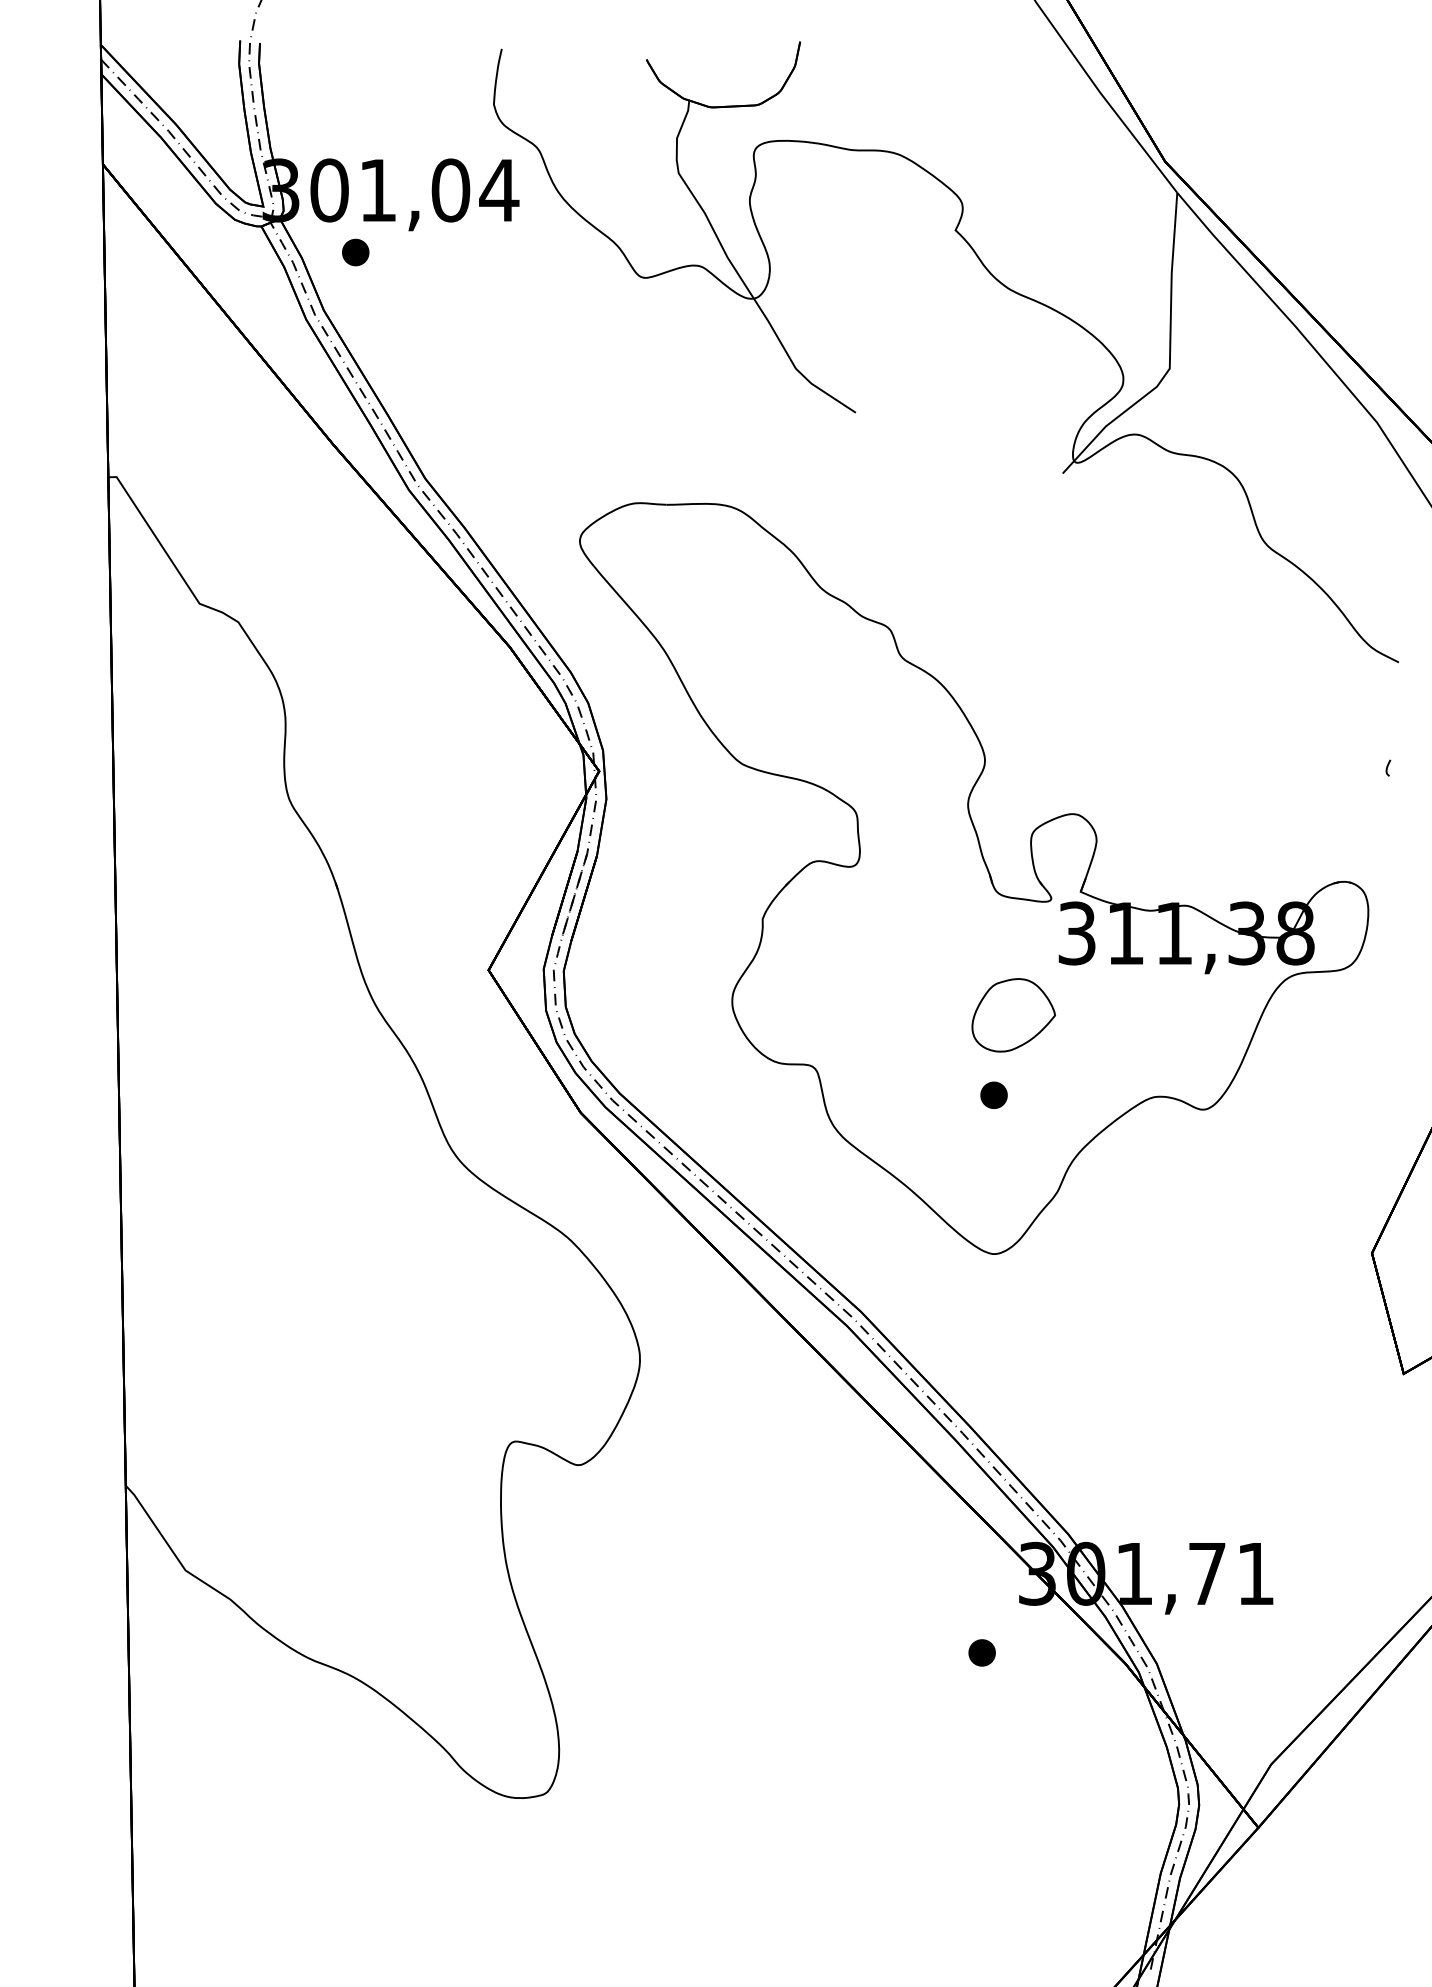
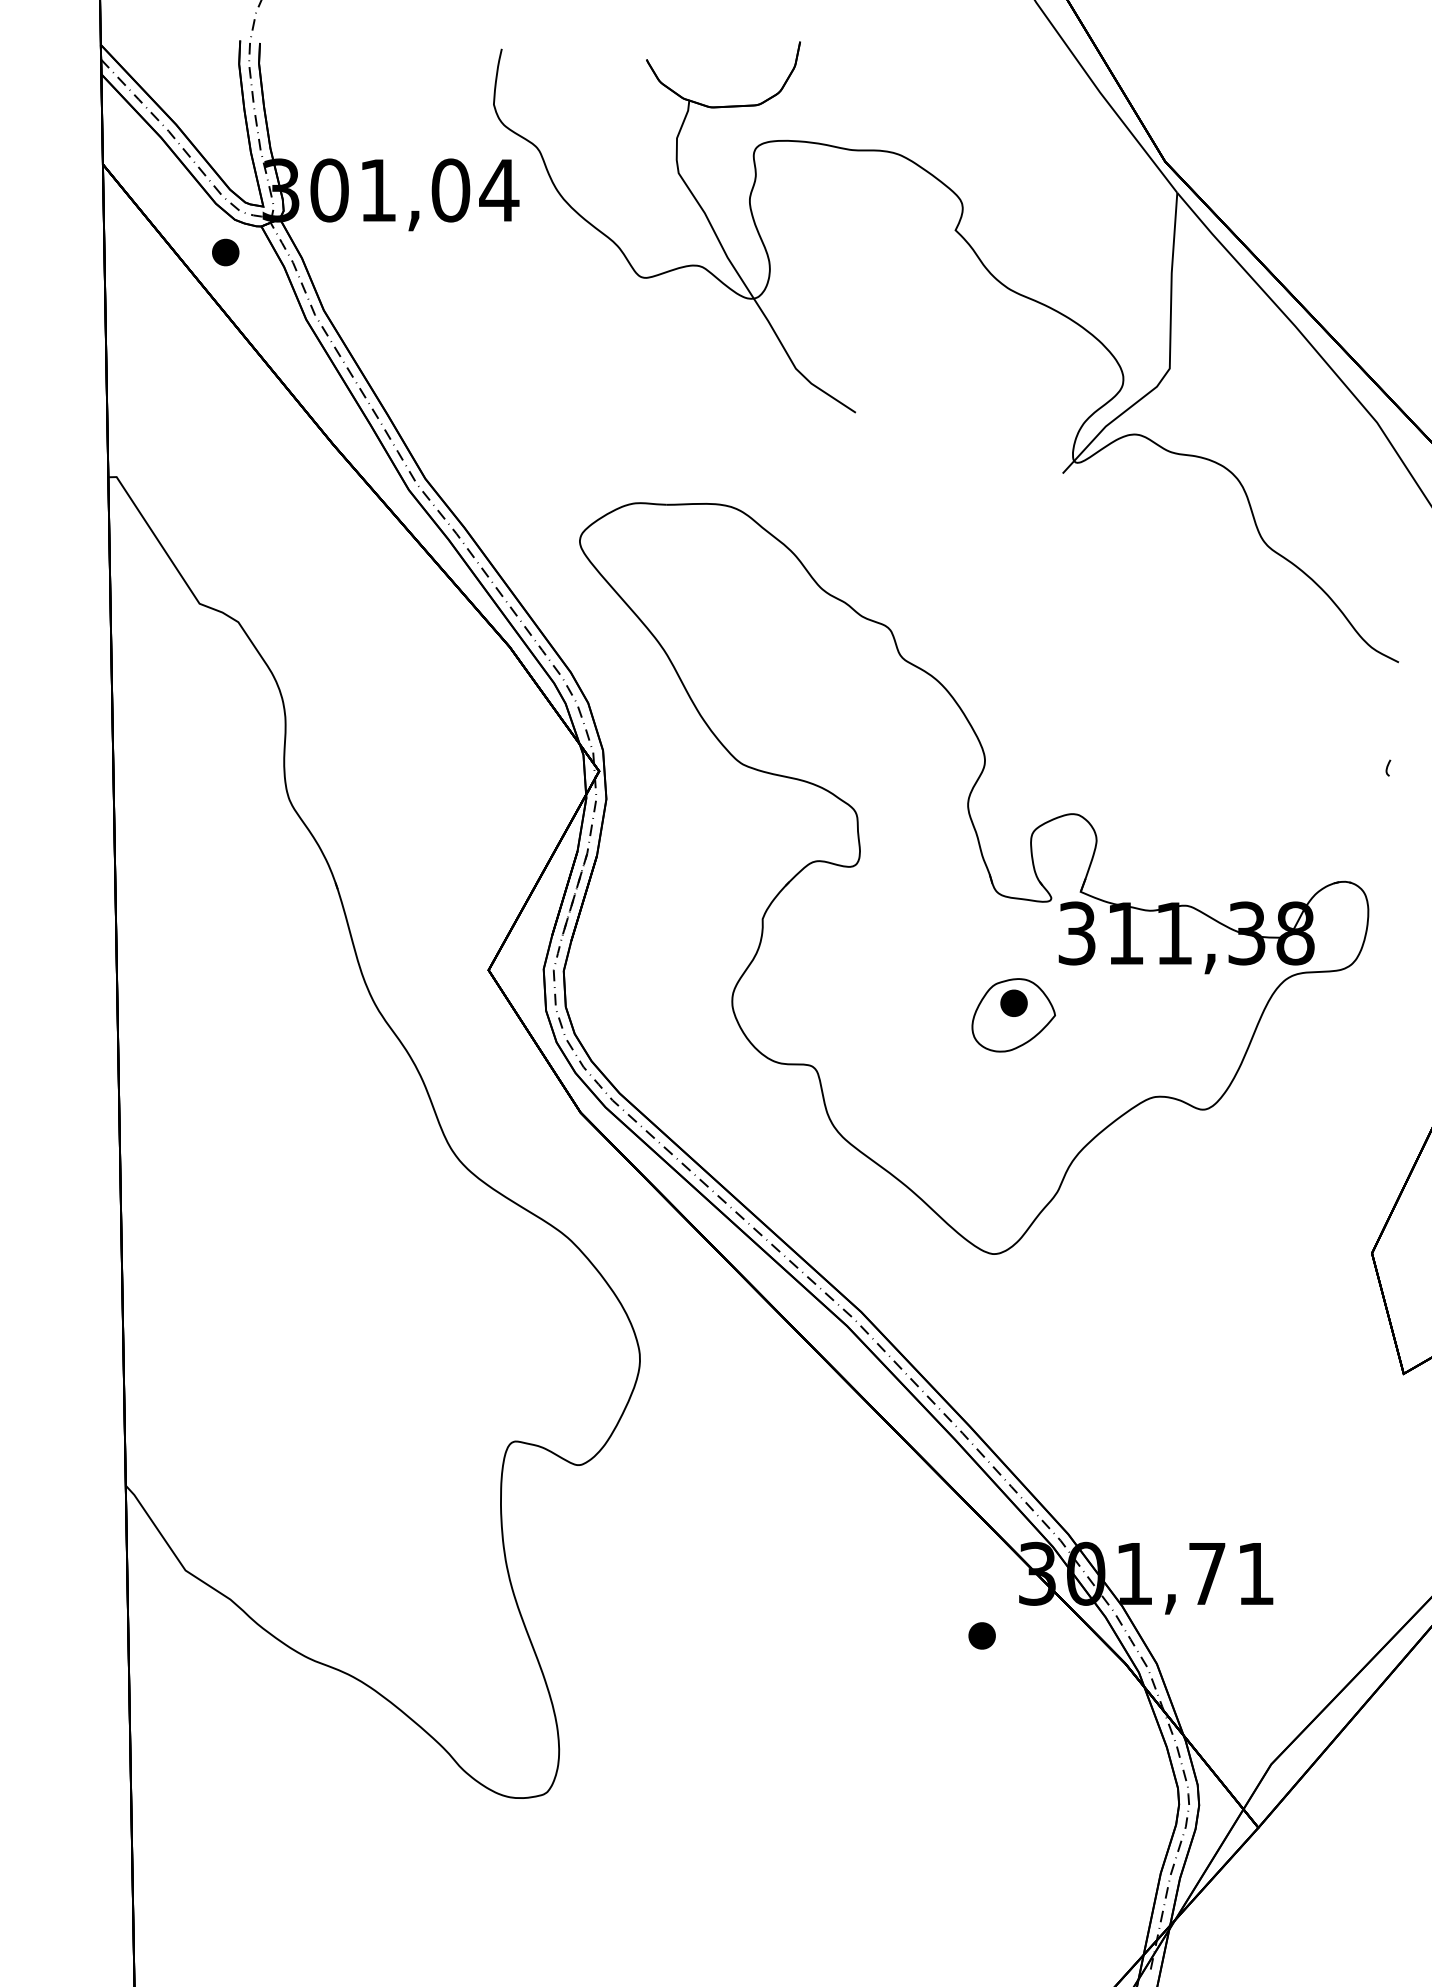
part at (355, 252) position: (355, 252) -> (225, 252)
part at (993, 1094) position: (993, 1094) -> (1013, 1002)
part at (981, 1652) position: (981, 1652) -> (981, 1635)
